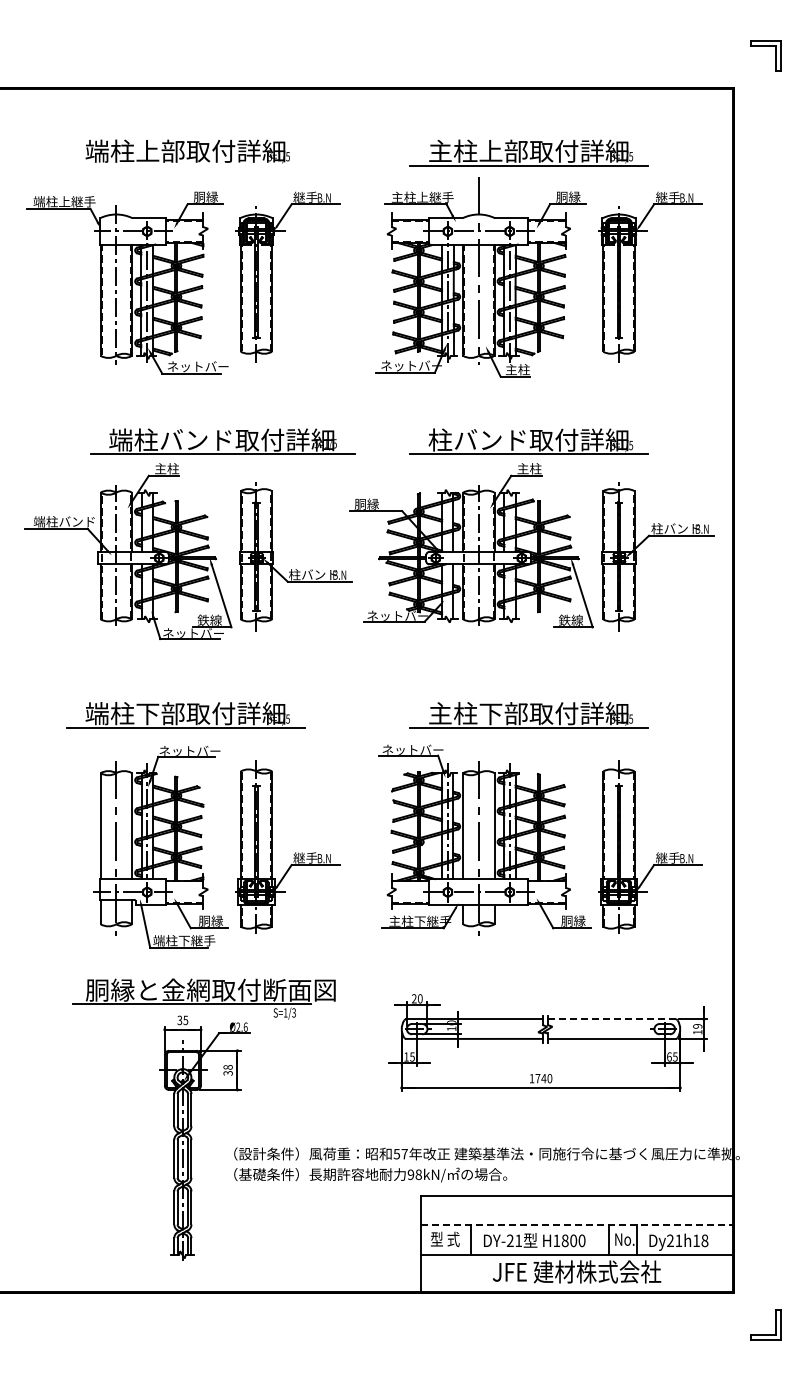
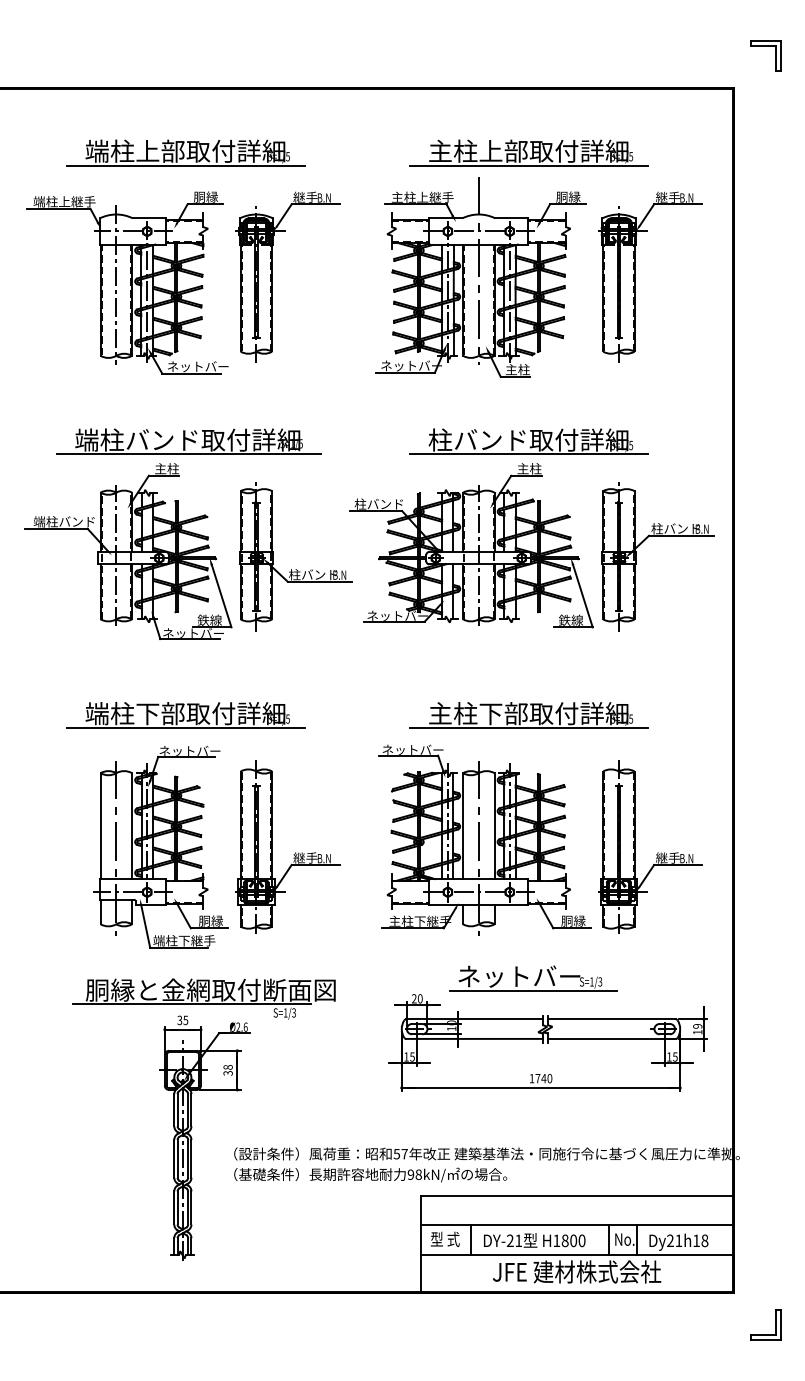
line at (185, 165): none -> present
part at (222, 441) position: (222, 441) -> (188, 441)
text at (378, 503): 胴縁 -> 柱バンド
part at (533, 978): none -> present
line at (611, 1019): dashed -> solid
text at (669, 1056): 65 -> 15
line at (577, 1225): dashed -> solid
